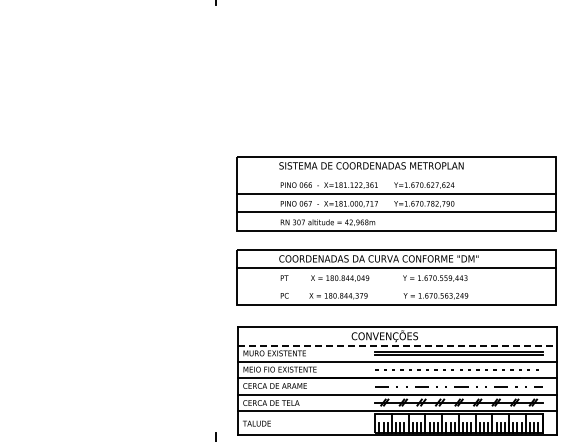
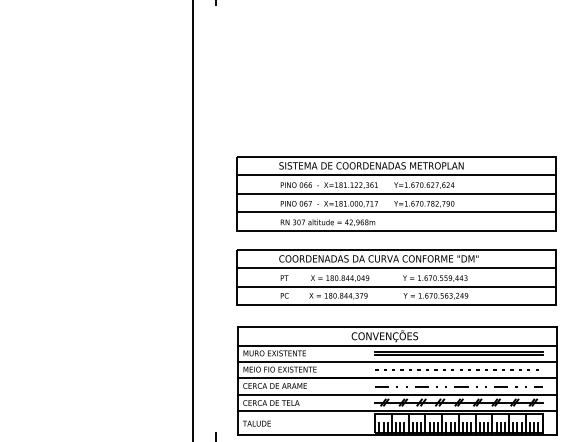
line at (396, 175): none -> present
line at (193, 220): none -> present
line at (396, 286): none -> present
line at (397, 345): dashed -> solid
